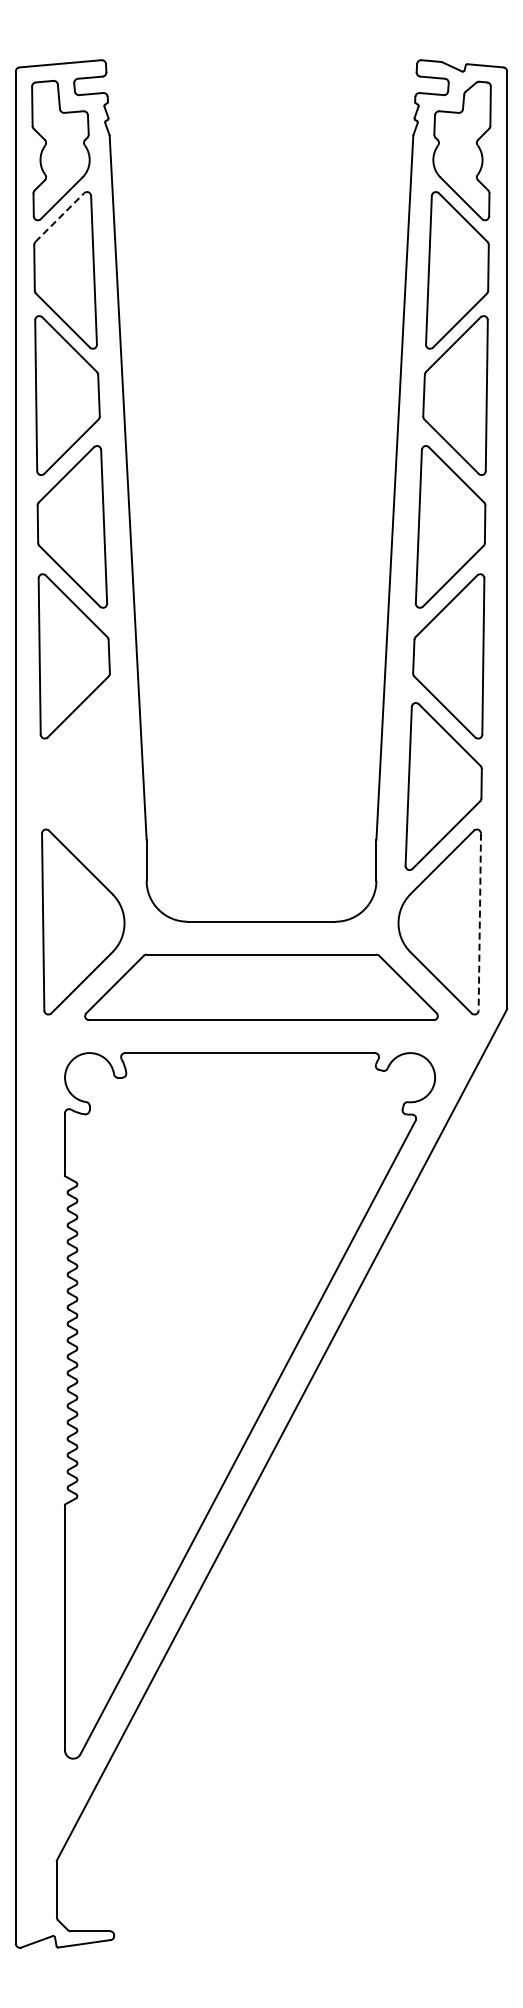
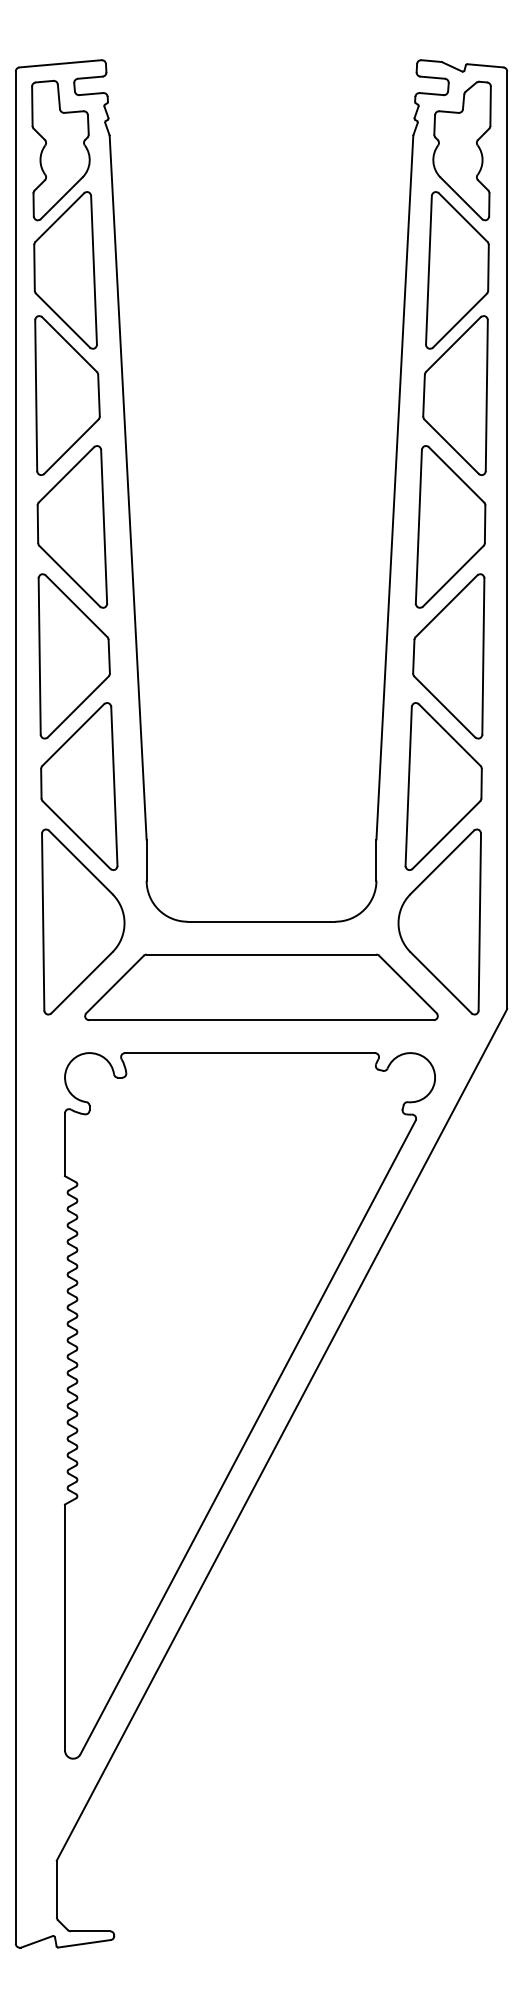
line at (60, 217): dashed -> solid
part at (79, 786): none -> present
line at (479, 922): dashed -> solid
